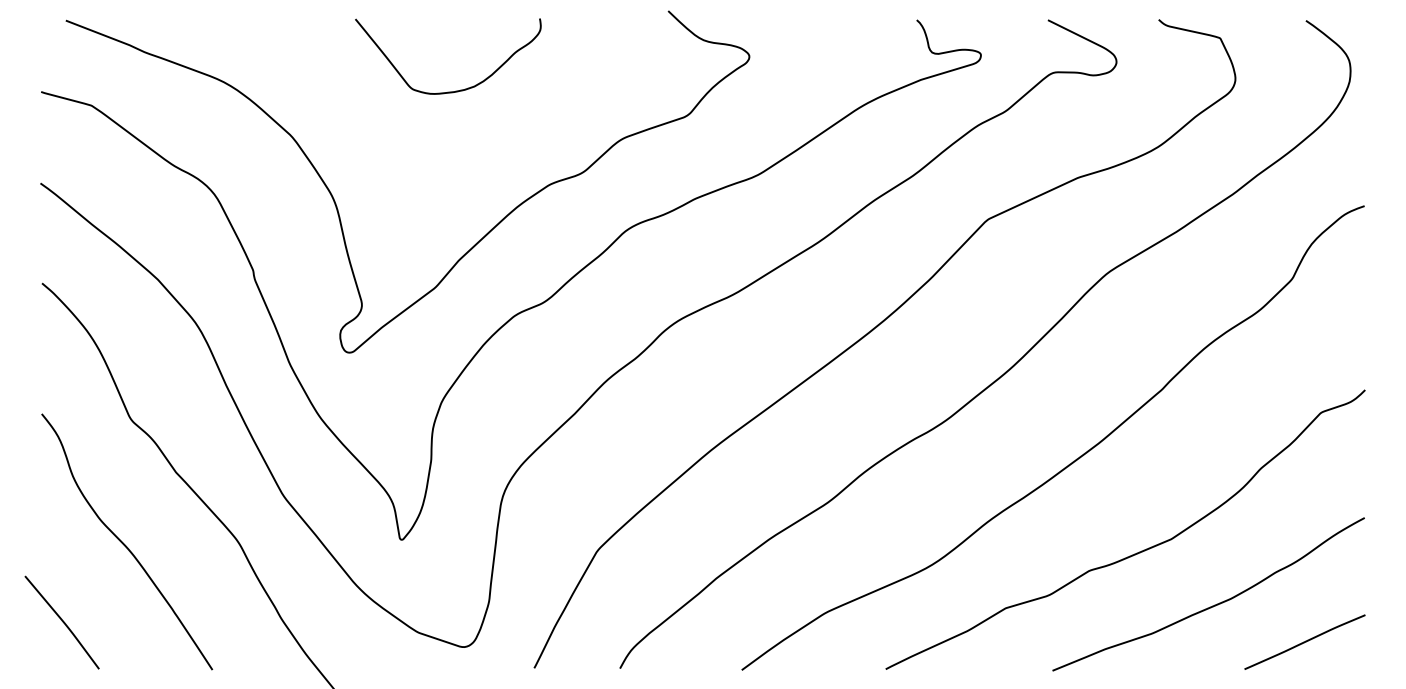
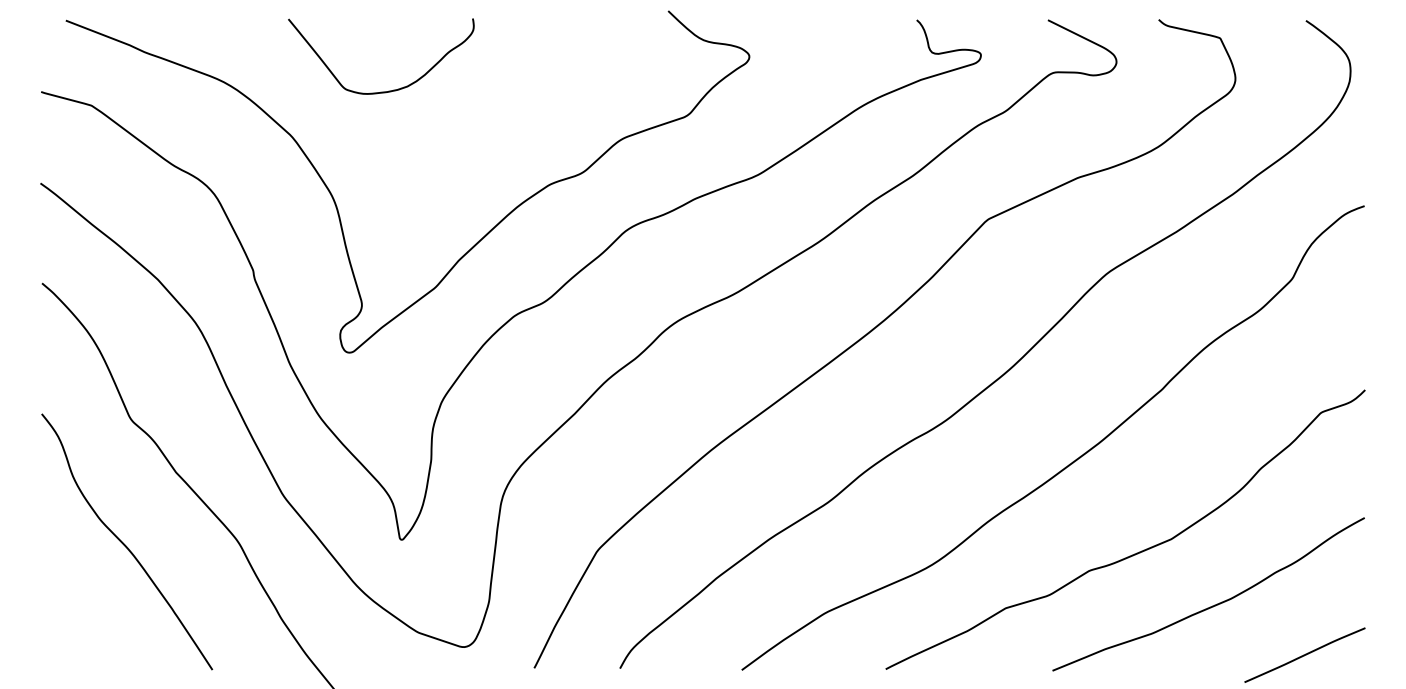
curve at (455, 90) position: (455, 90) -> (388, 90)
curve at (61, 621): present -> none
line at (1304, 641) position: (1304, 641) -> (1304, 654)
